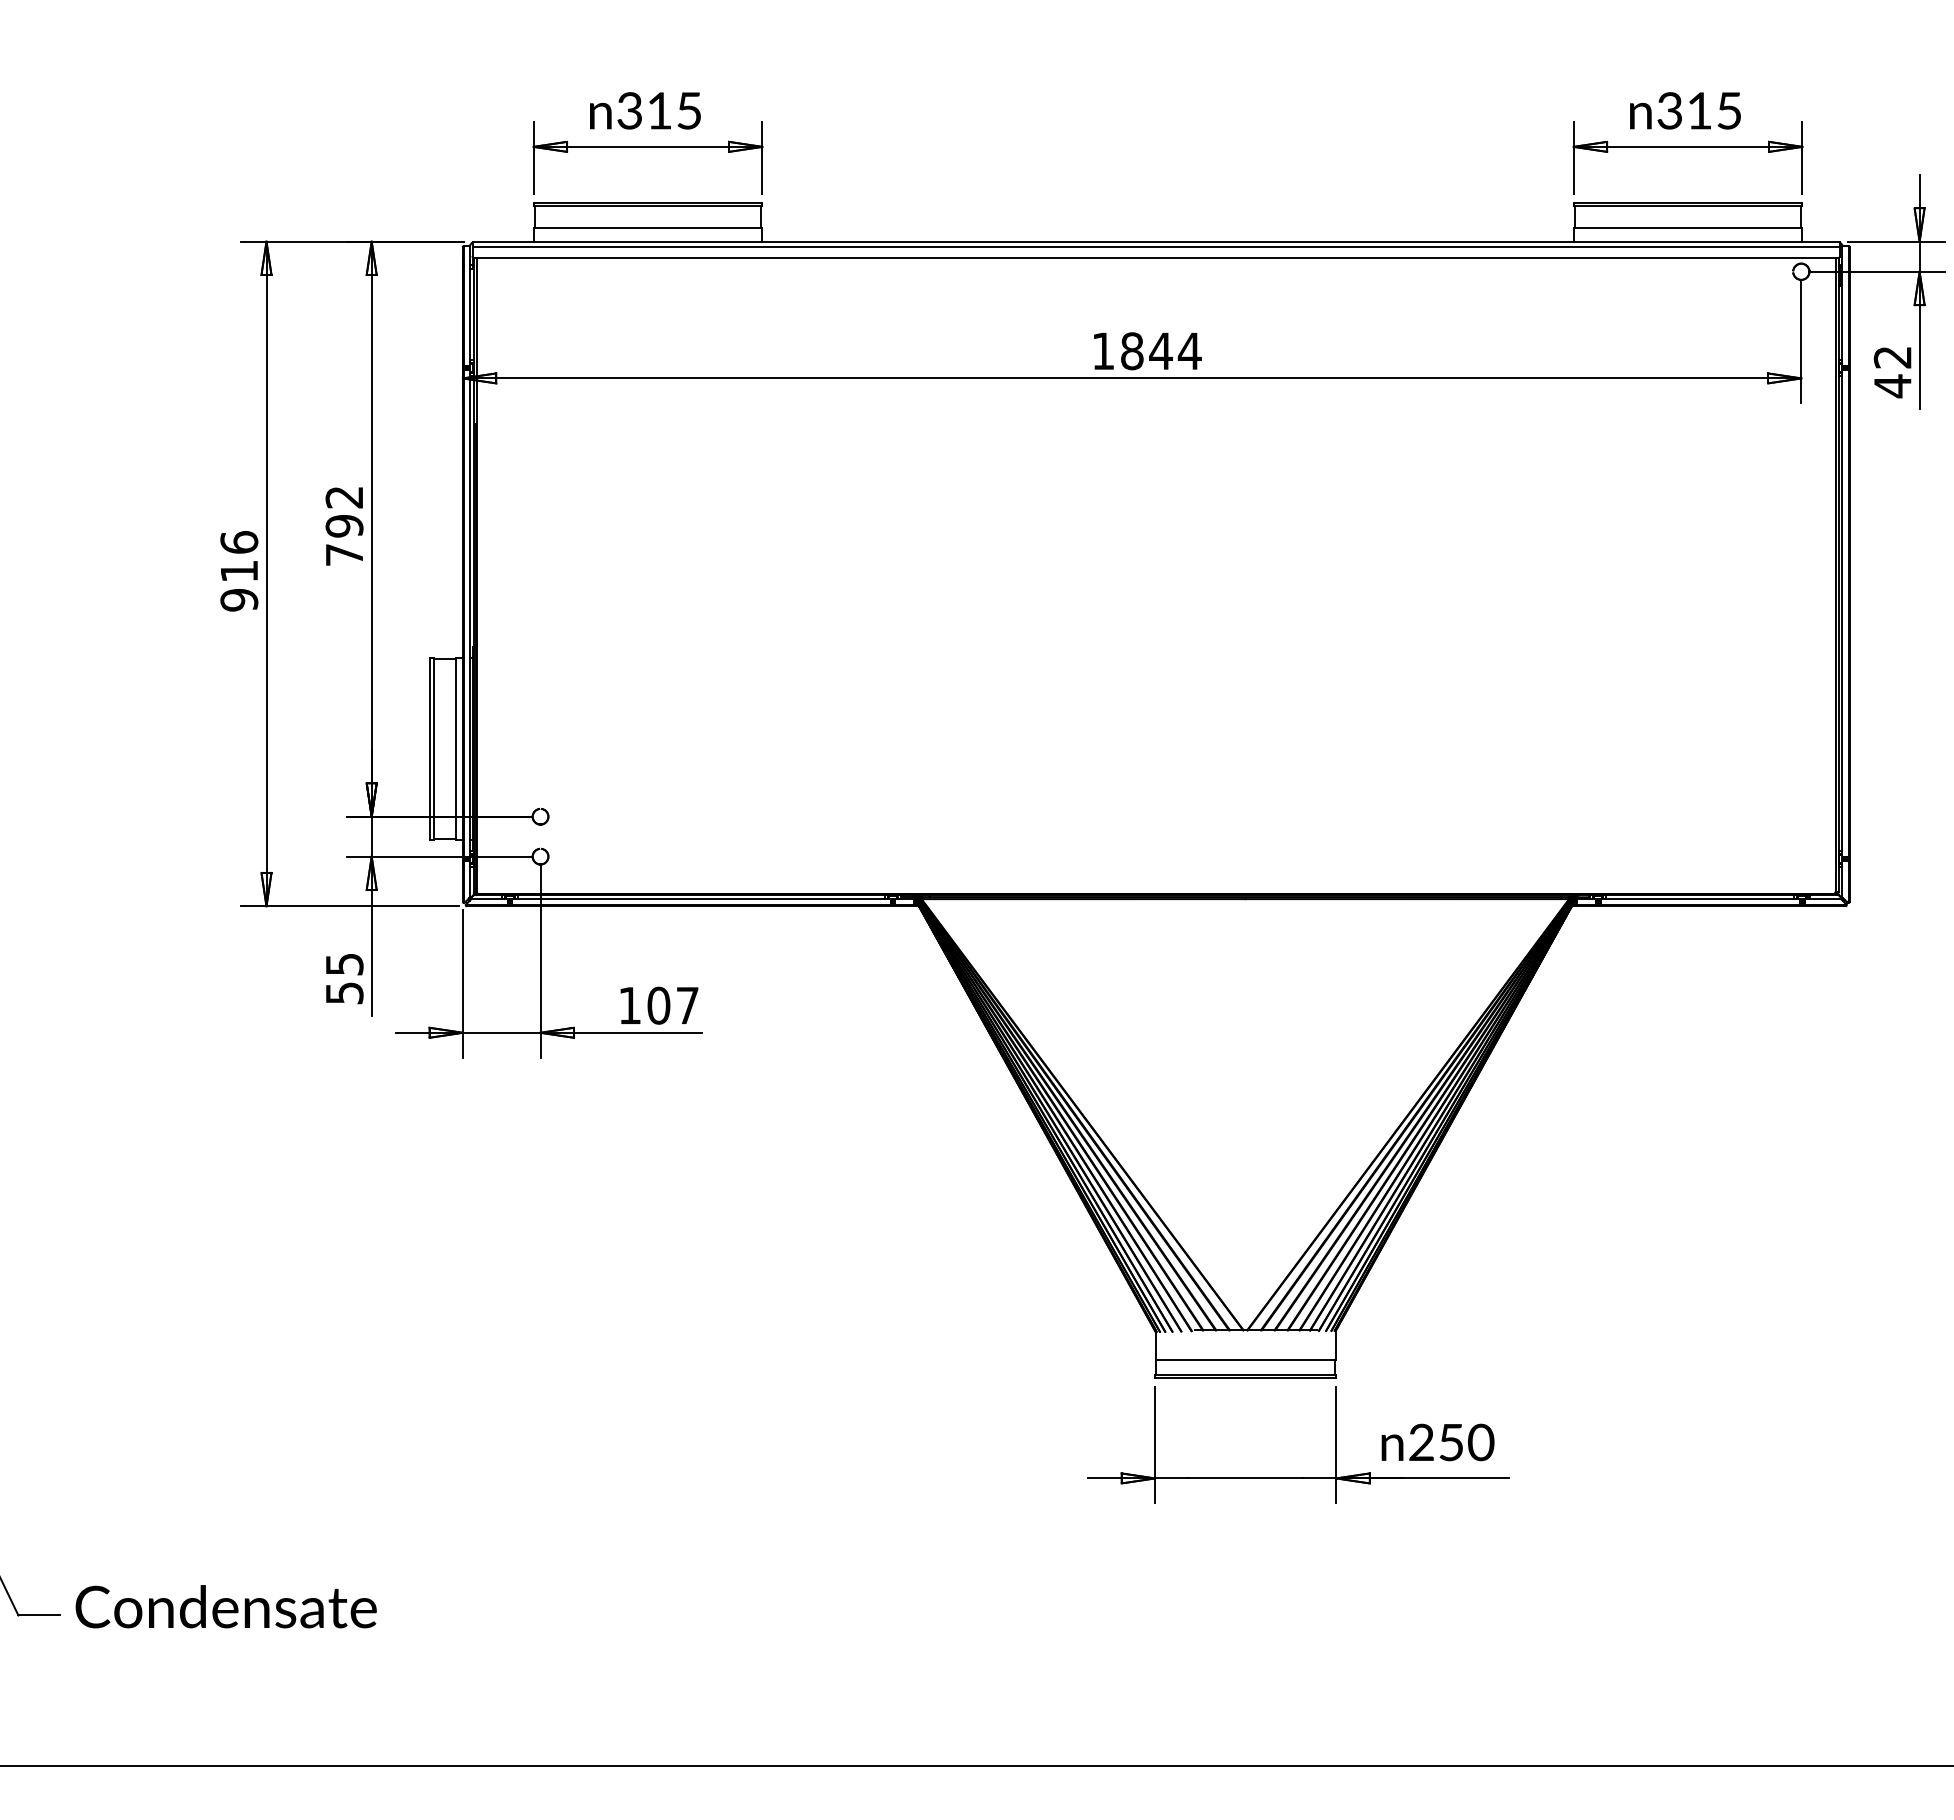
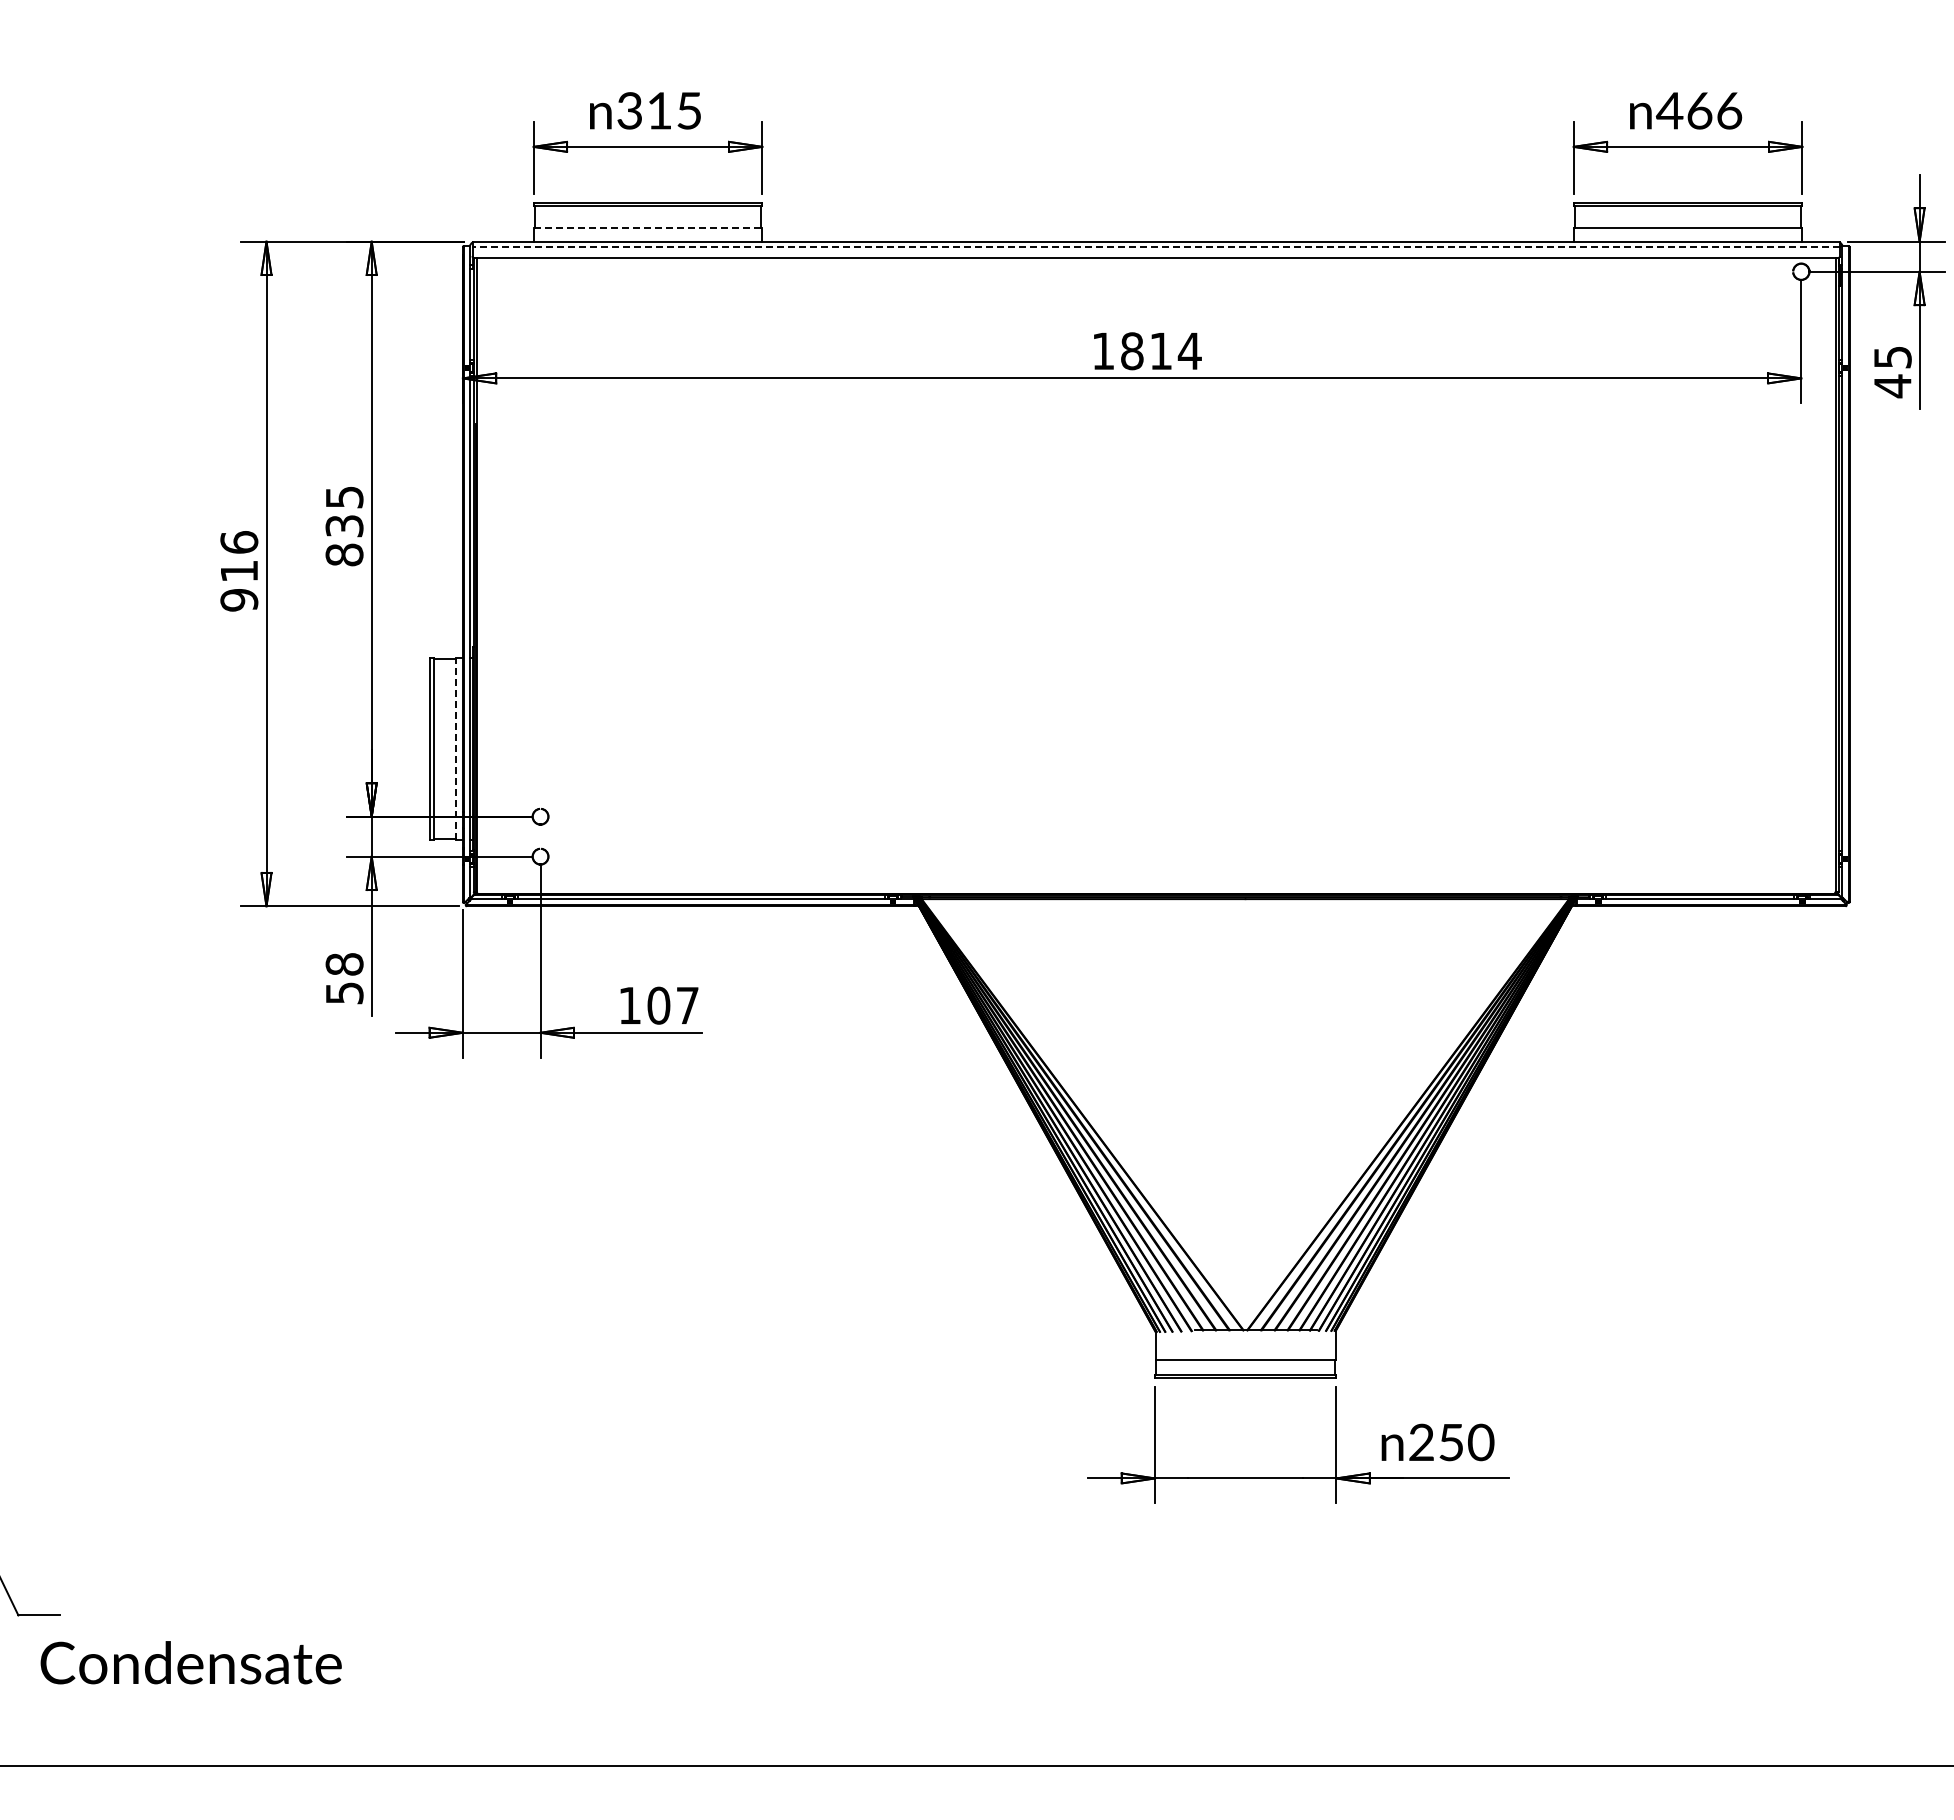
text at (1698, 110): 315 -> 466
line at (648, 228): solid -> dashed
line at (1156, 247): solid -> dashed
text at (1161, 350): 1844 -> 1814
text at (1892, 357): 42 -> 45
text at (344, 526): 792 -> 835
line at (455, 748): solid -> dashed
text at (344, 964): 55 -> 58
text at (225, 1606) position: (225, 1606) -> (190, 1662)
